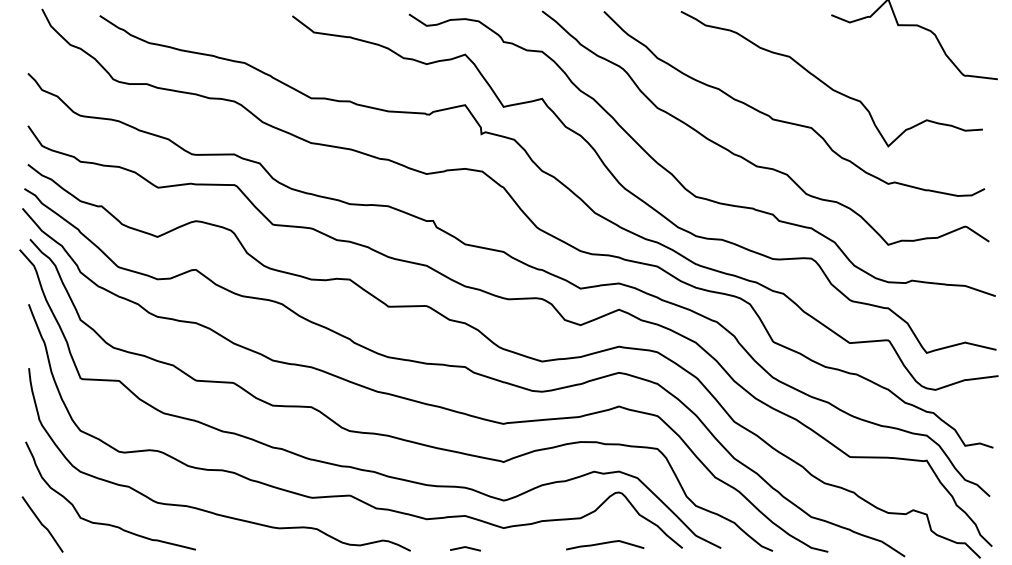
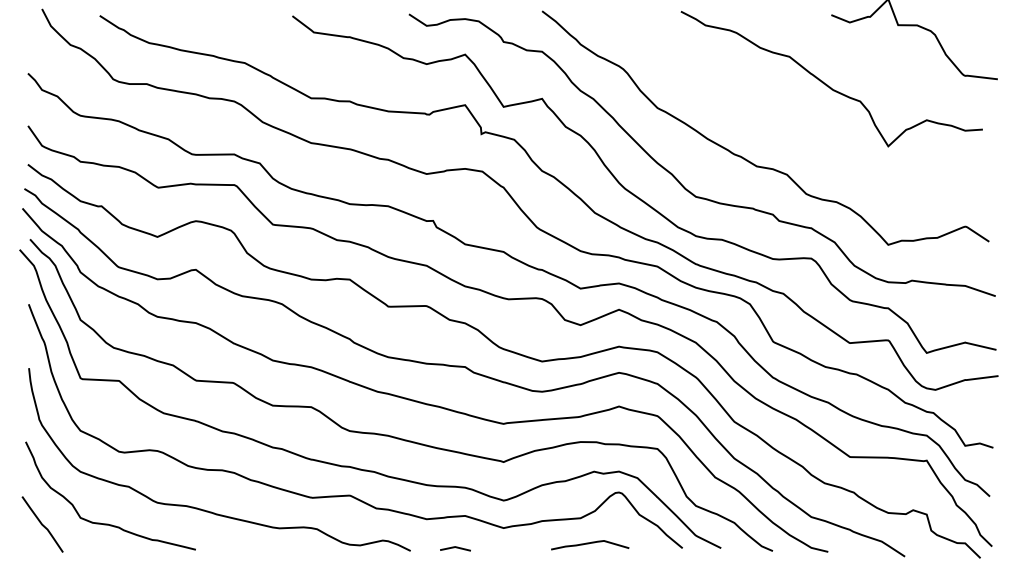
curve at (788, 121): present -> none
curve at (604, 544) position: (604, 544) -> (589, 544)
line at (465, 547) position: (465, 547) -> (455, 547)
